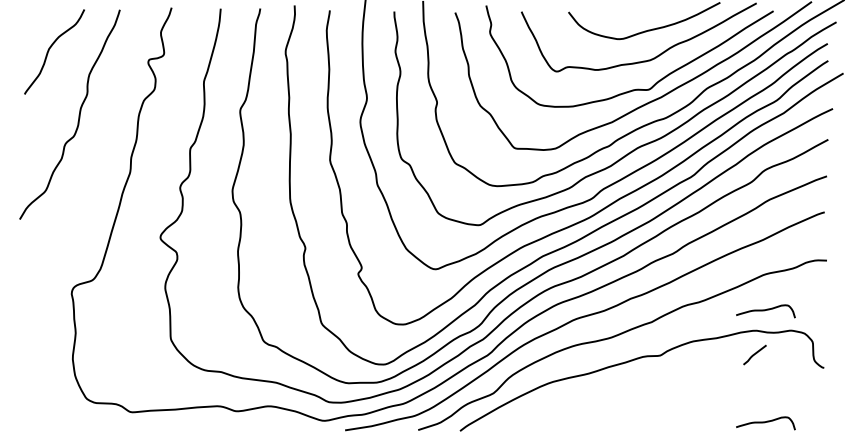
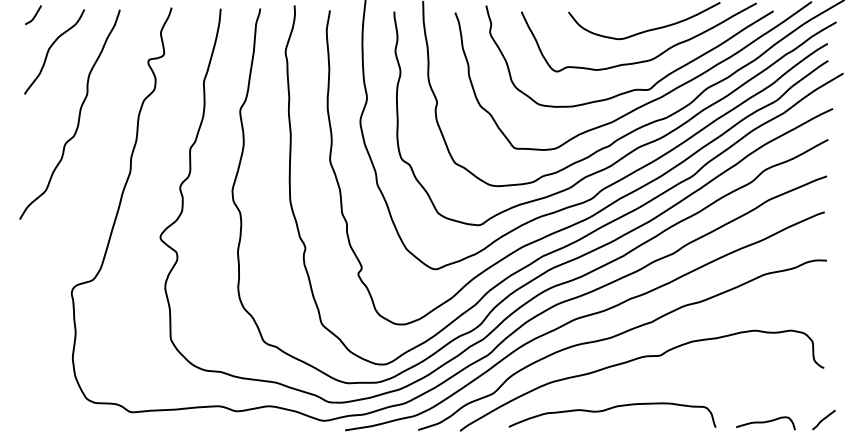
line at (34, 15): none -> present
curve at (765, 310): present -> none
line at (754, 354) position: (754, 354) -> (823, 419)
curve at (610, 409): none -> present
